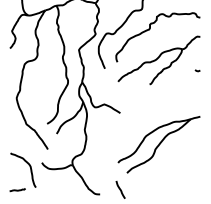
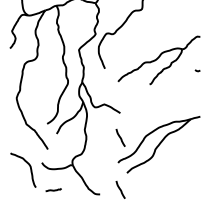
curve at (150, 29): present -> none
line at (120, 137): none -> present
line at (17, 190) position: (17, 190) -> (53, 190)
